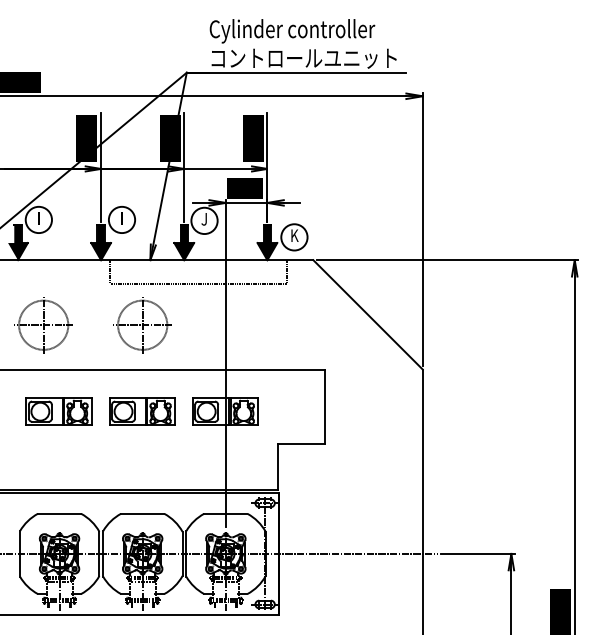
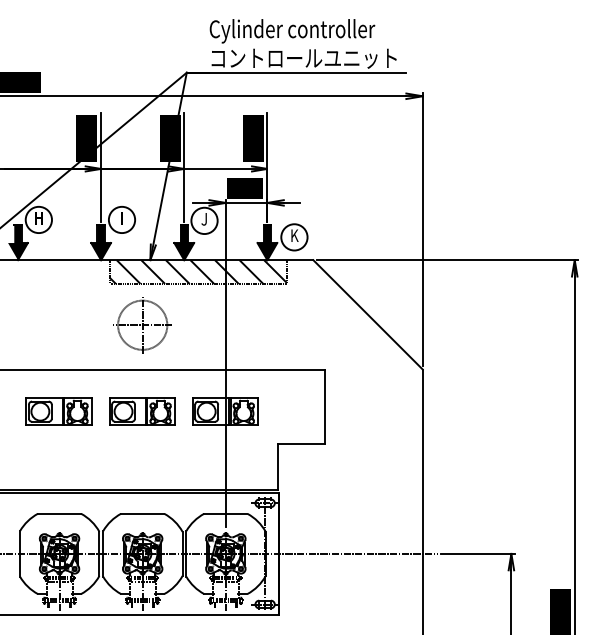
text at (38, 218): I -> H
hatch at (198, 271): none -> present
part at (43, 325): present -> none
